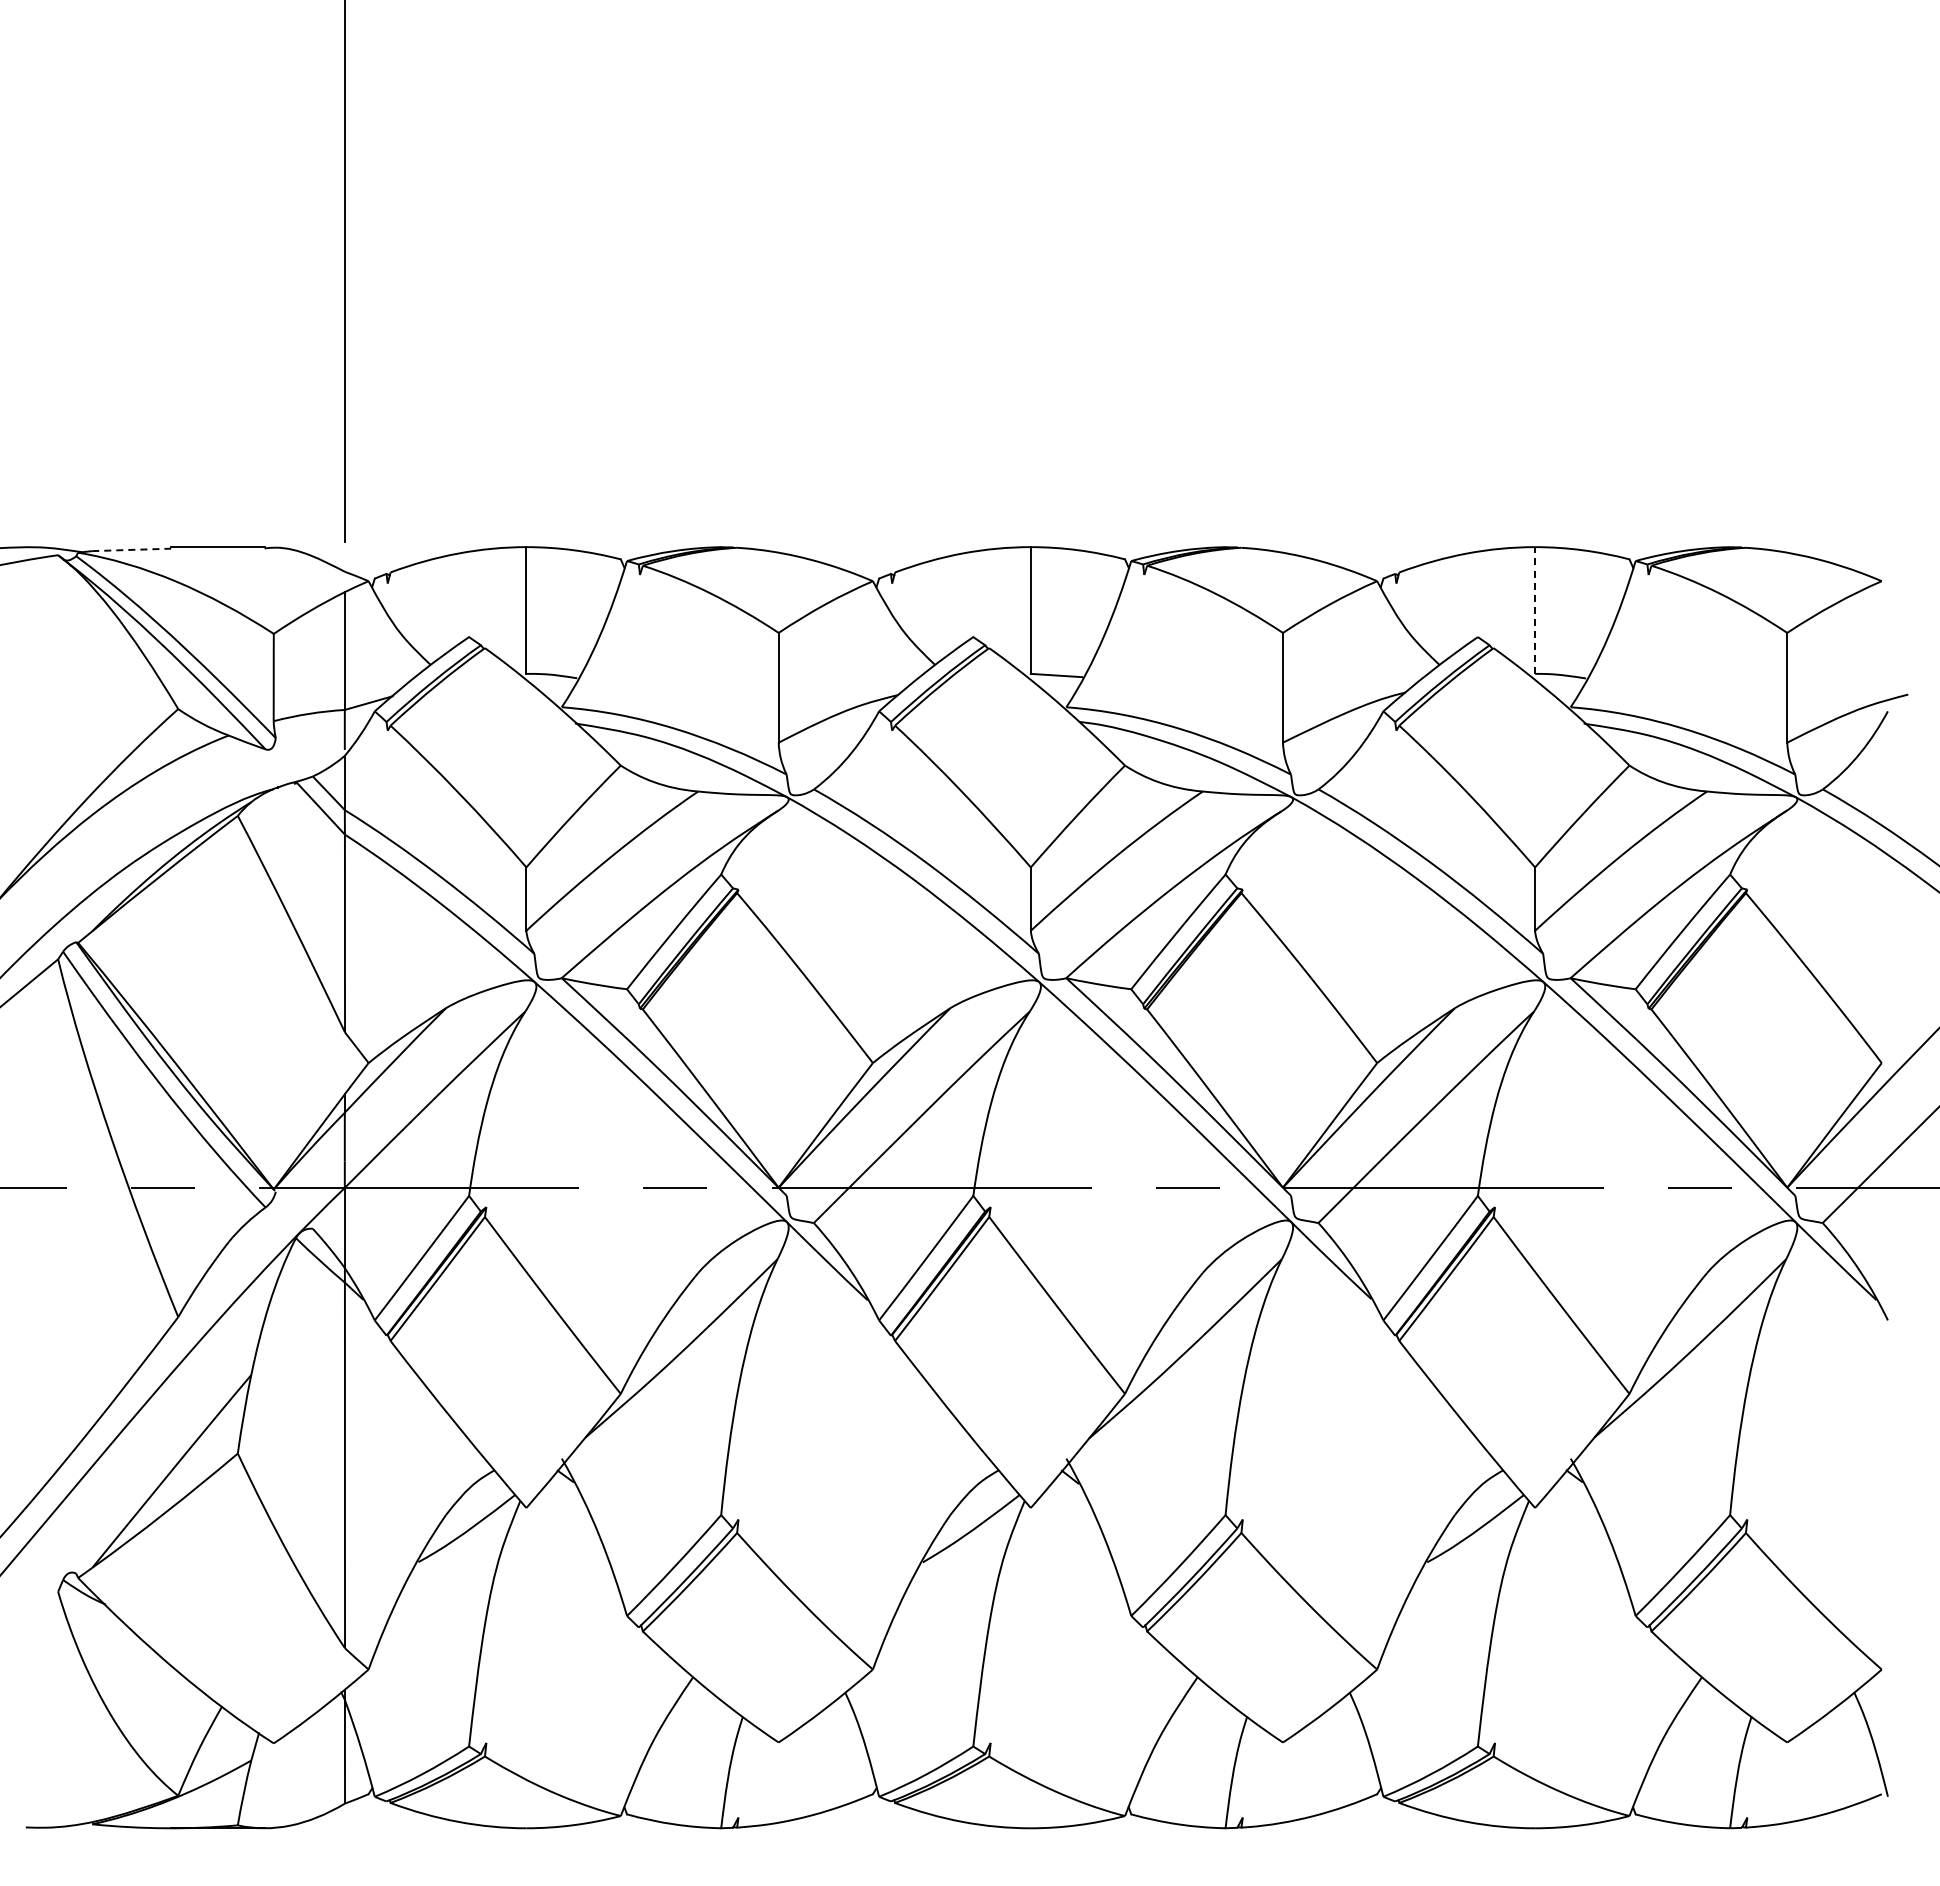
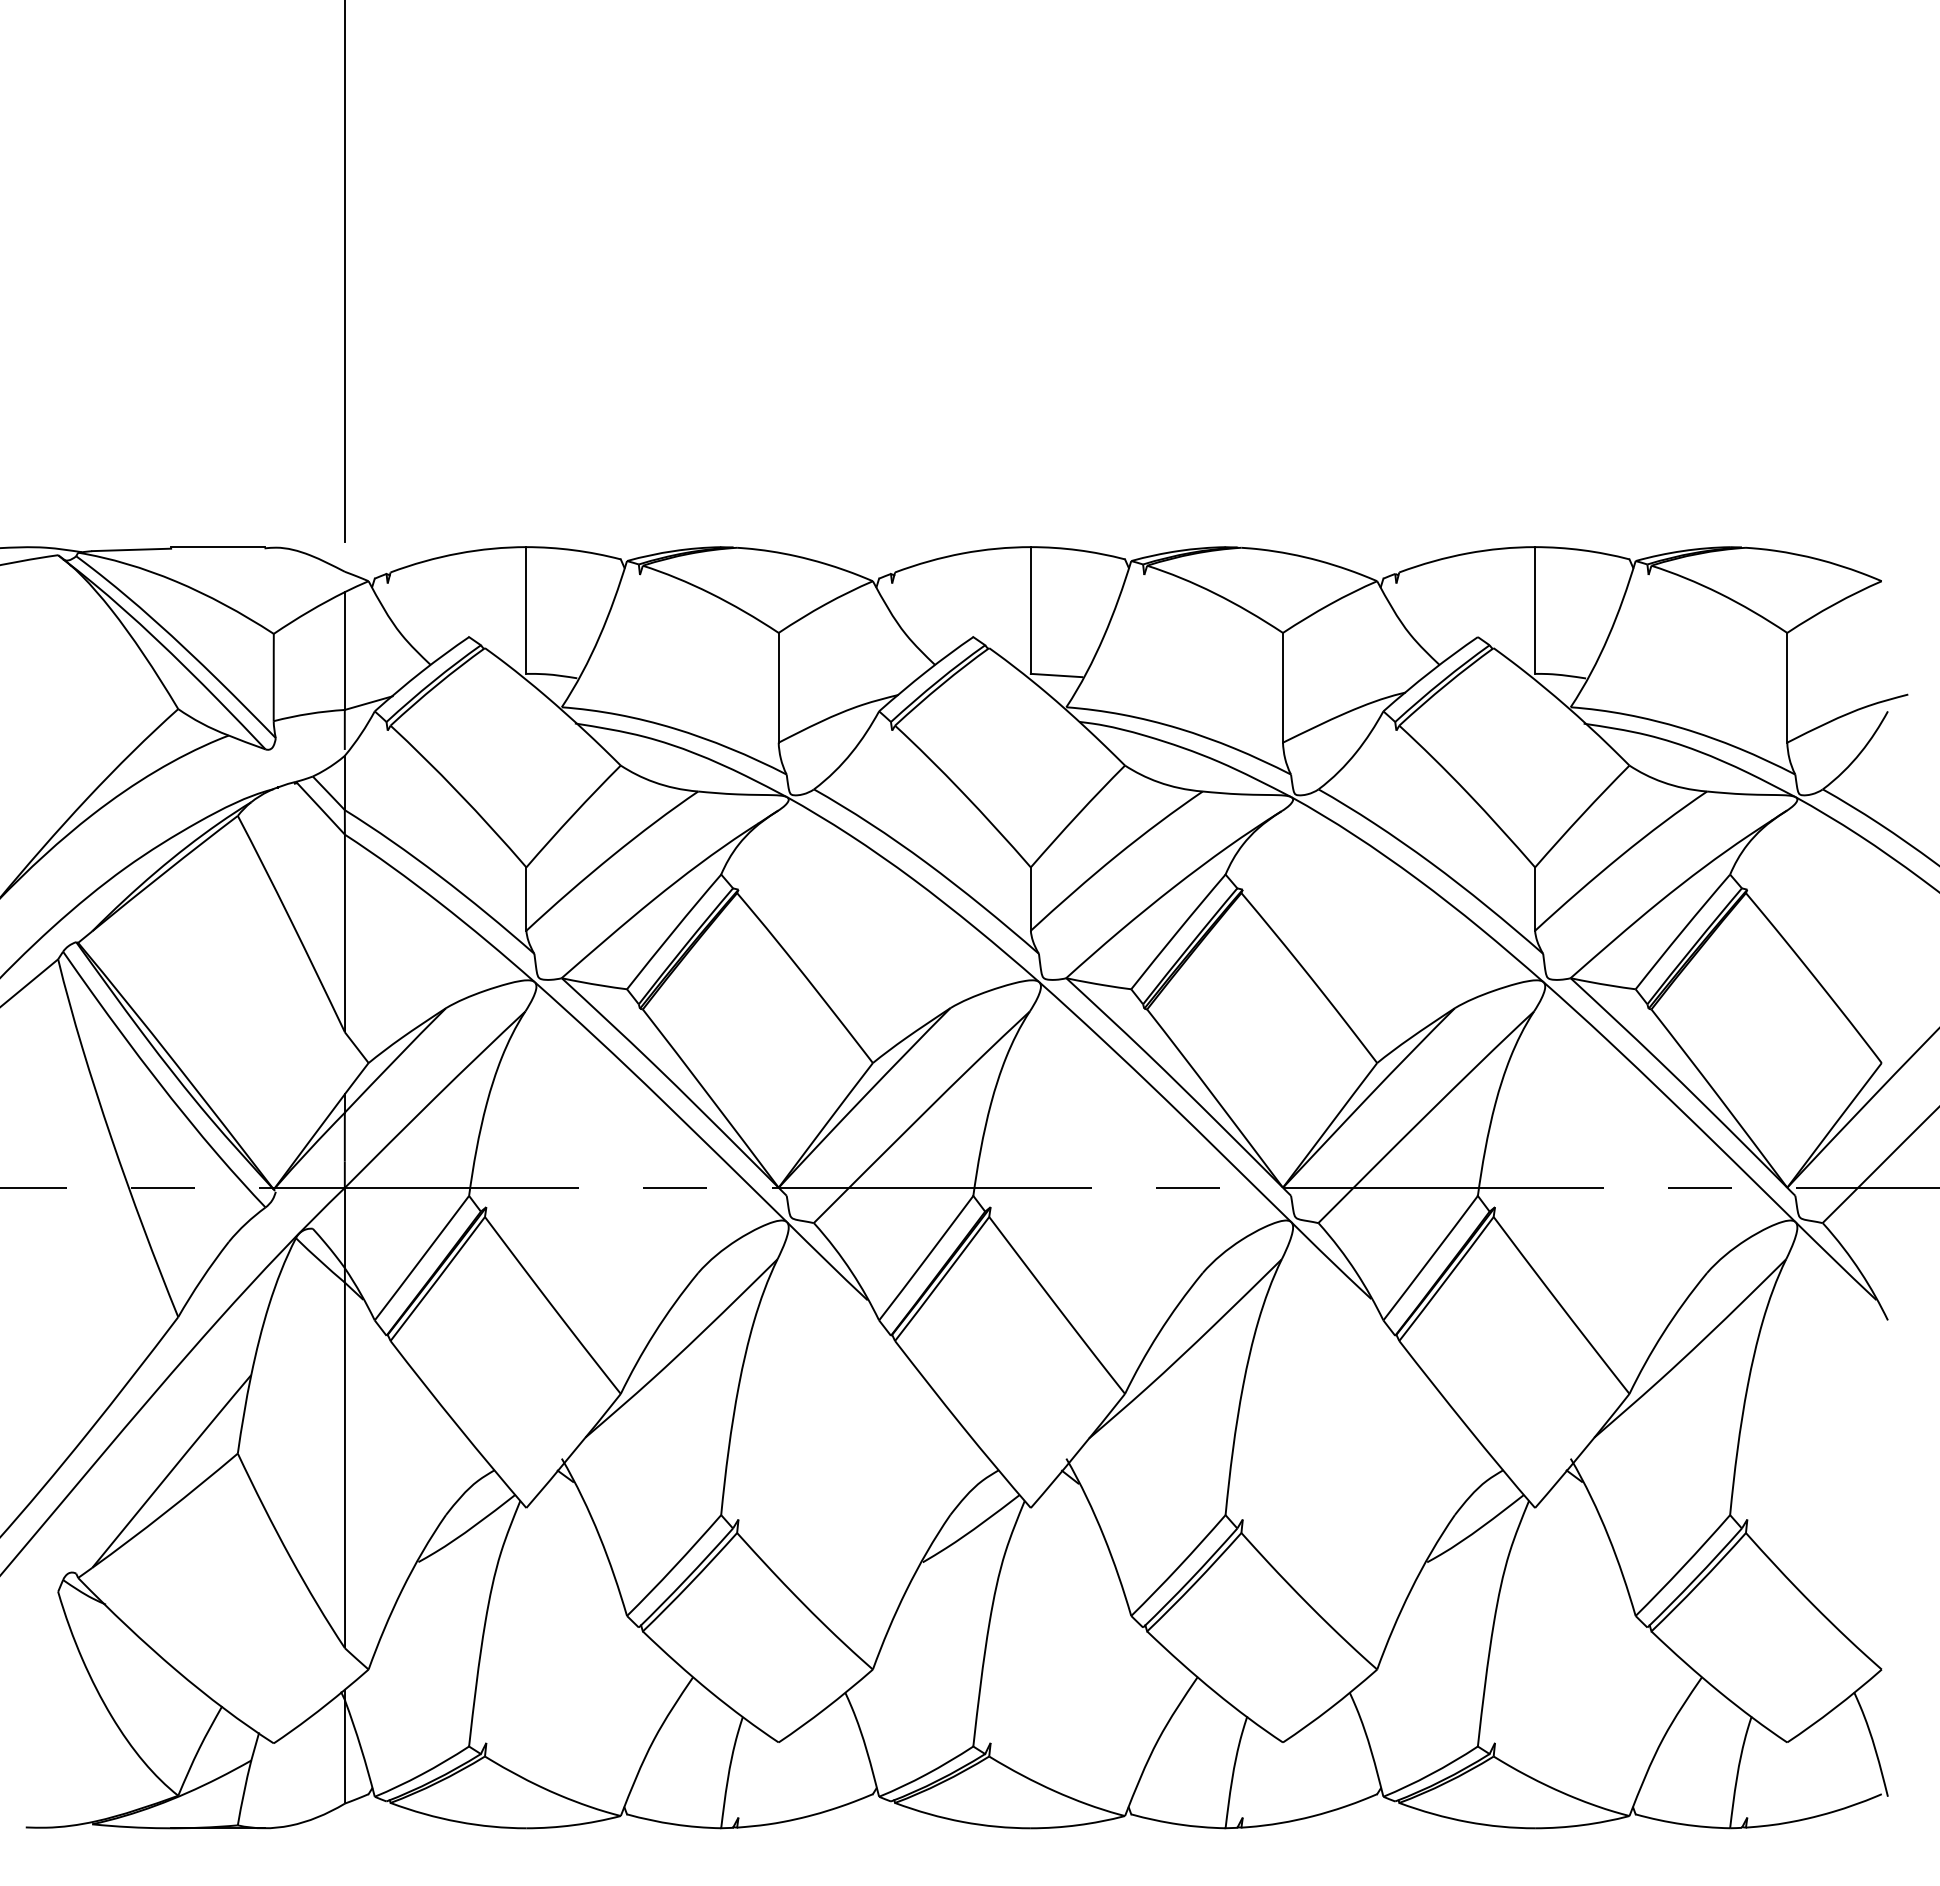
line at (132, 549): dashed -> solid
line at (1535, 610): dashed -> solid
